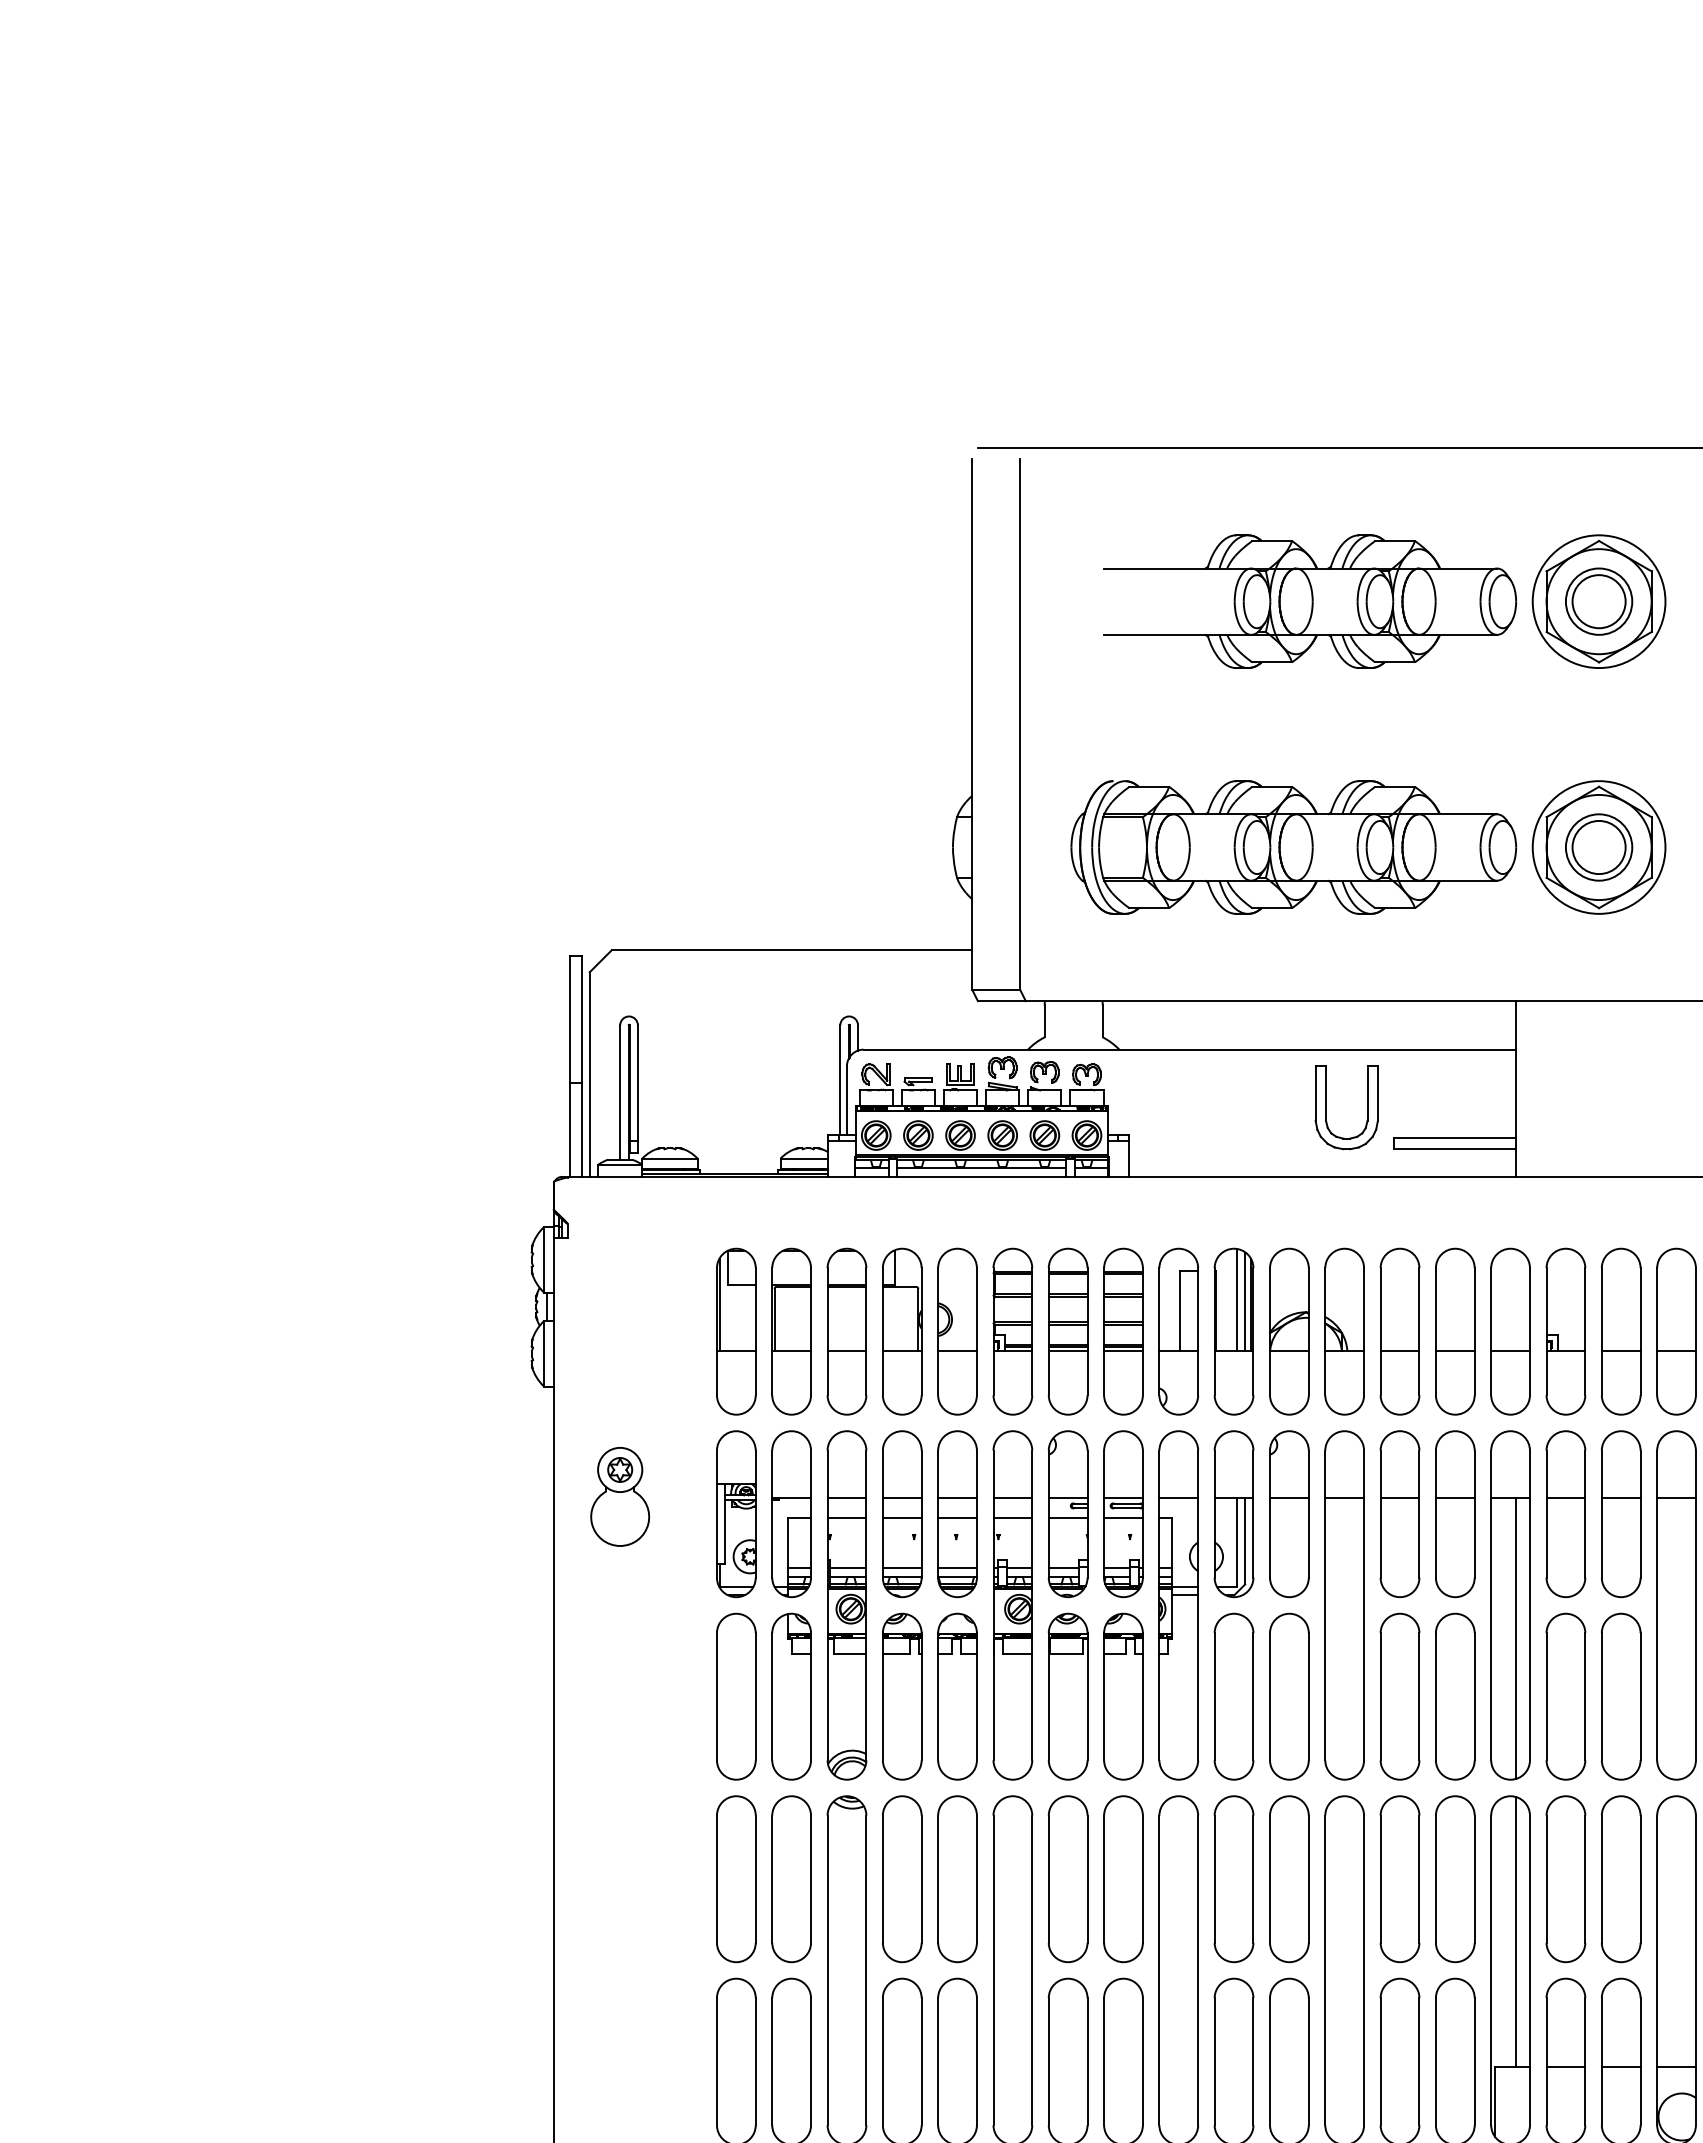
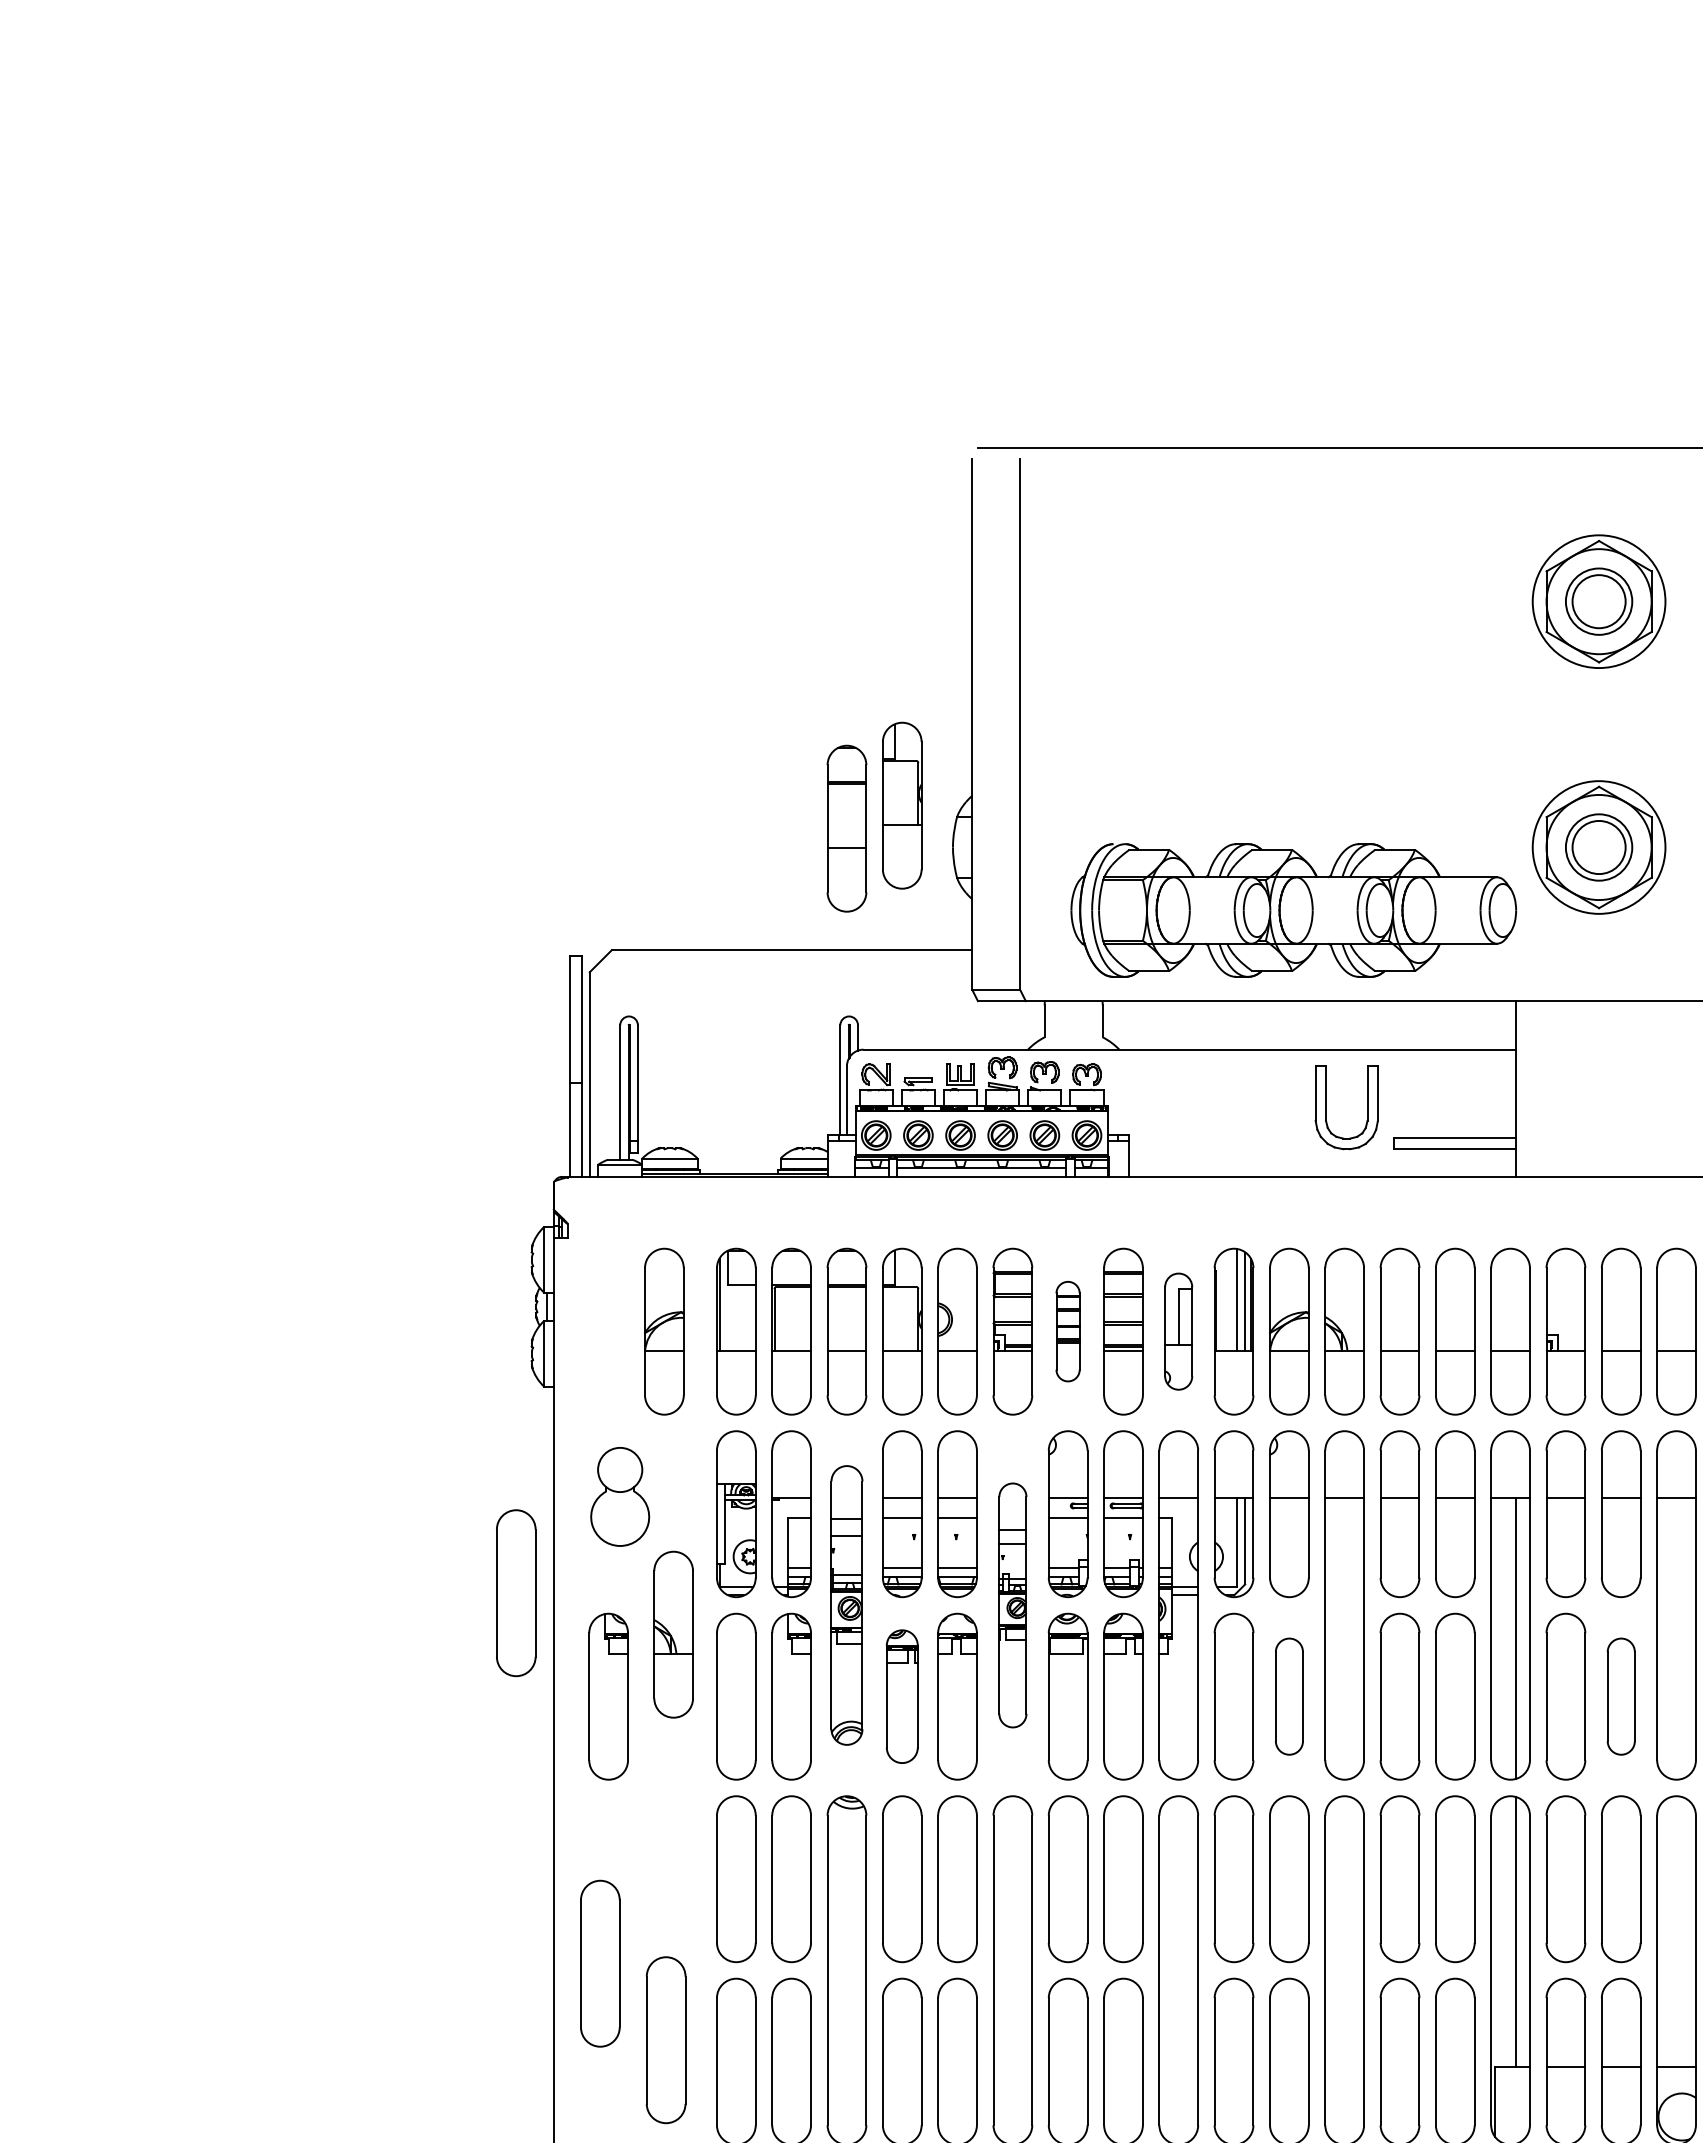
part at (1309, 601): present -> none
part at (902, 805): none -> present
part at (846, 828): none -> present
part at (1293, 847) position: (1293, 847) -> (1293, 910)
part at (664, 1331): none -> present
part at (1067, 1331) size: 42x169 px -> 26x102 px
part at (1178, 1331) size: 41x169 px -> 30x119 px
part at (620, 1469): present -> none
part at (516, 1593): none -> present
part at (846, 1605) size: 42x351 px -> 34x281 px
part at (1012, 1605) size: 42x351 px -> 30x247 px
part at (673, 1634): none -> present
part at (608, 1696): none -> present
part at (902, 1696) size: 41x169 px -> 34x135 px
part at (1289, 1696) size: 41x169 px -> 29x119 px
part at (1621, 1696) size: 41x169 px -> 30x119 px
part at (600, 1963): none -> present
part at (665, 2040): none -> present
